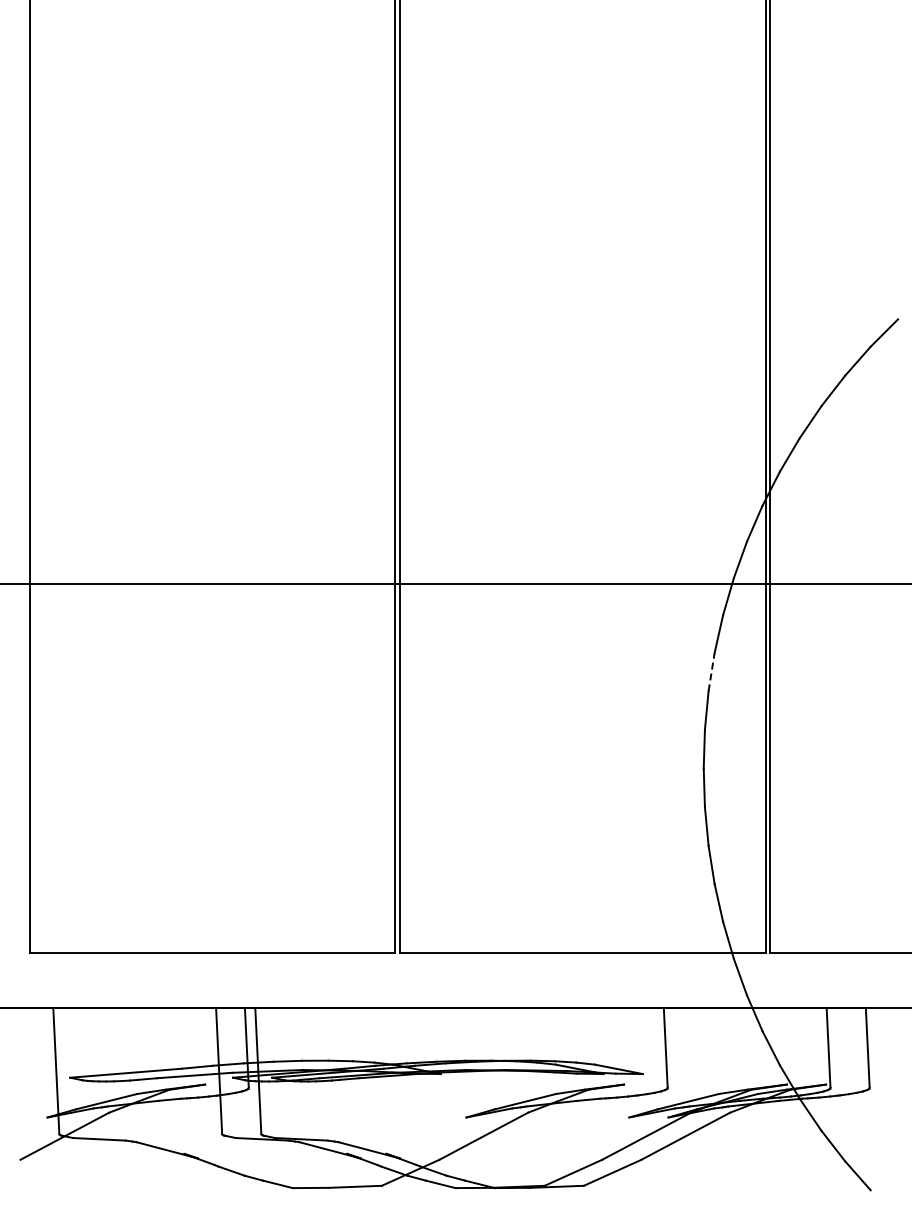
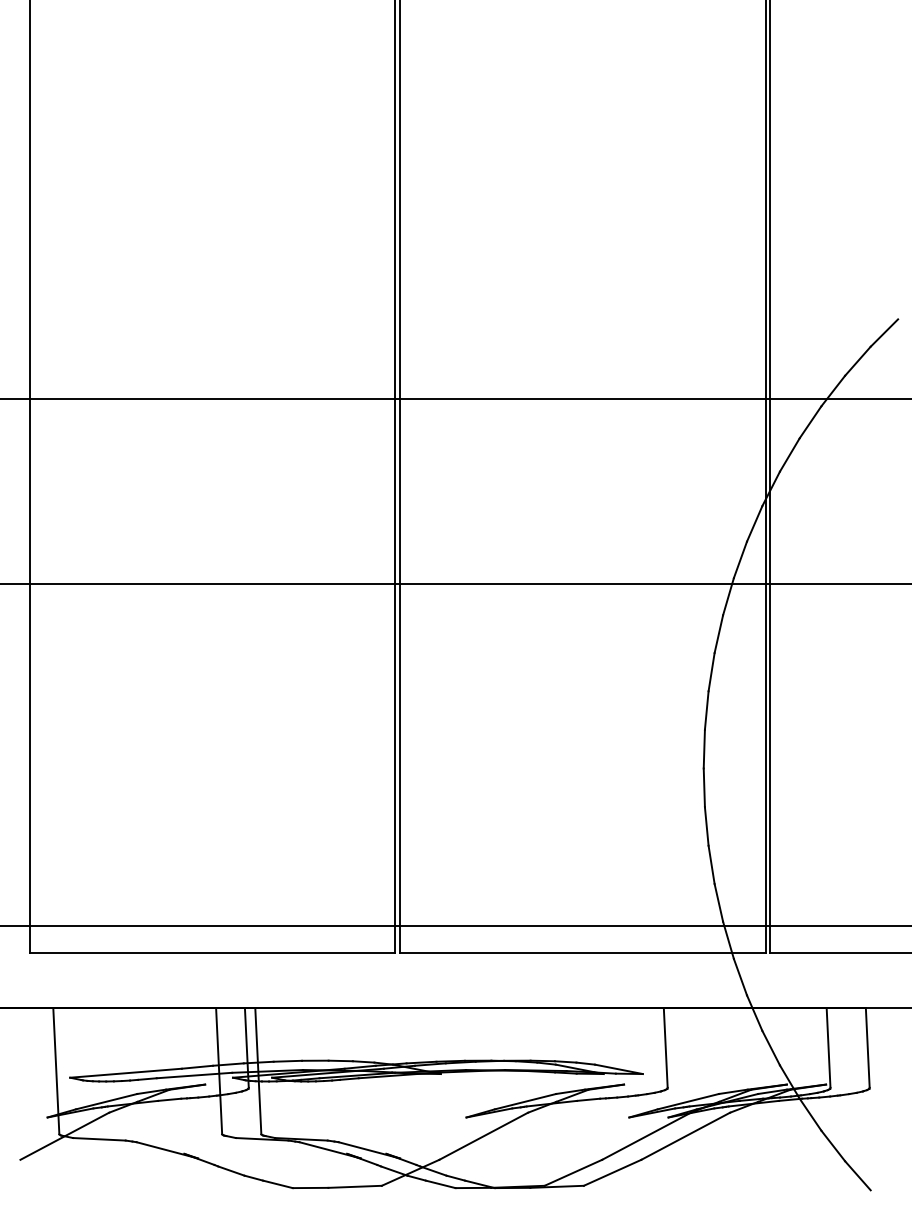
line at (455, 398): none -> present
line at (711, 671): dashed -> solid
line at (455, 925): none -> present
